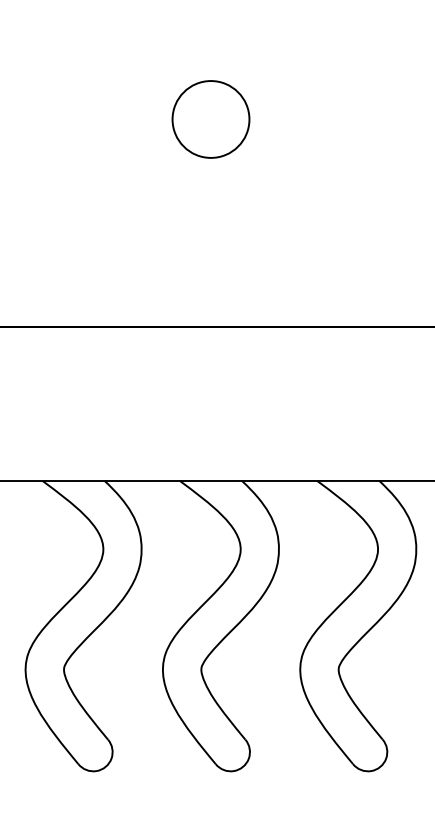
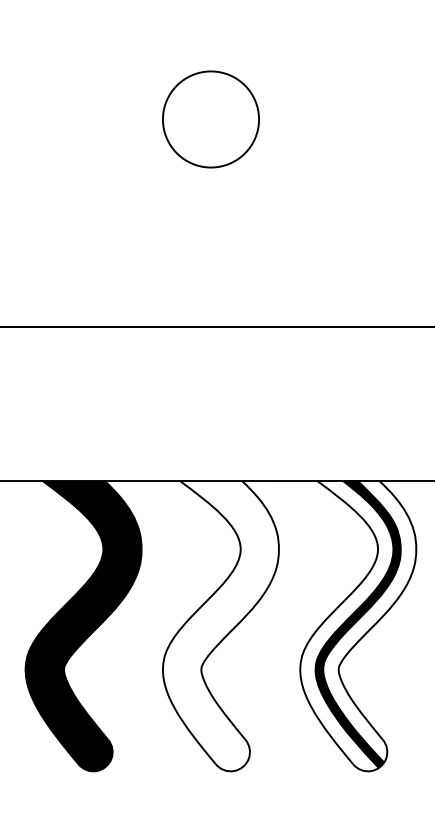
circle at (210, 119) diameter: 77 px -> 96 px
fill at (357, 624): none -> present
fill at (83, 626): none -> present
